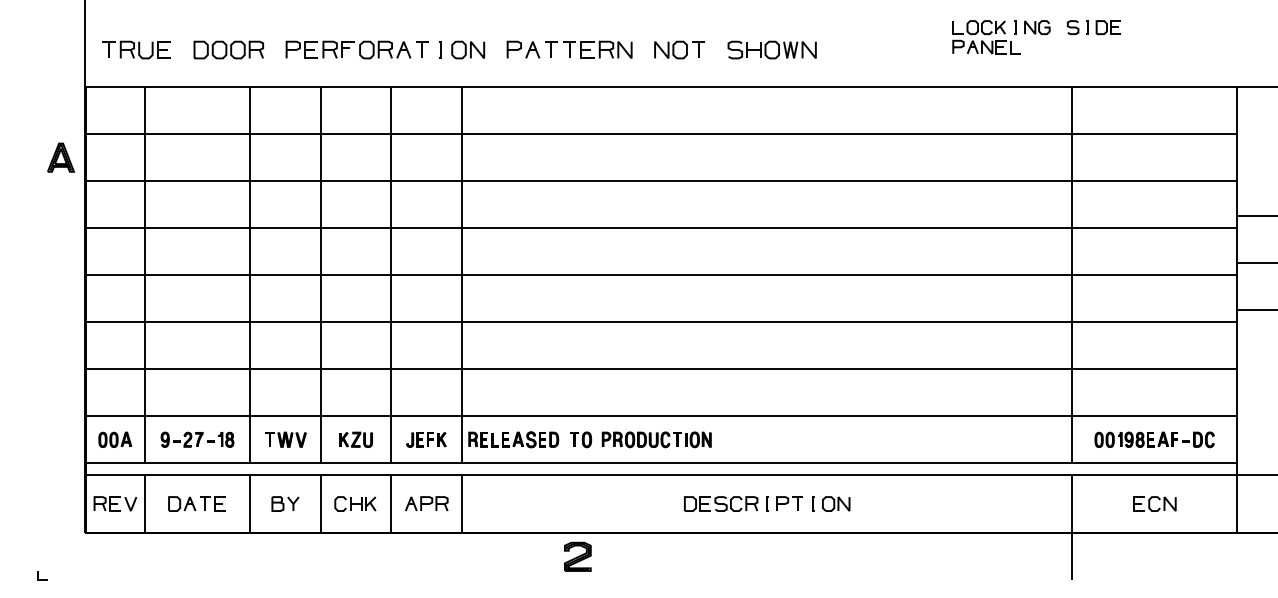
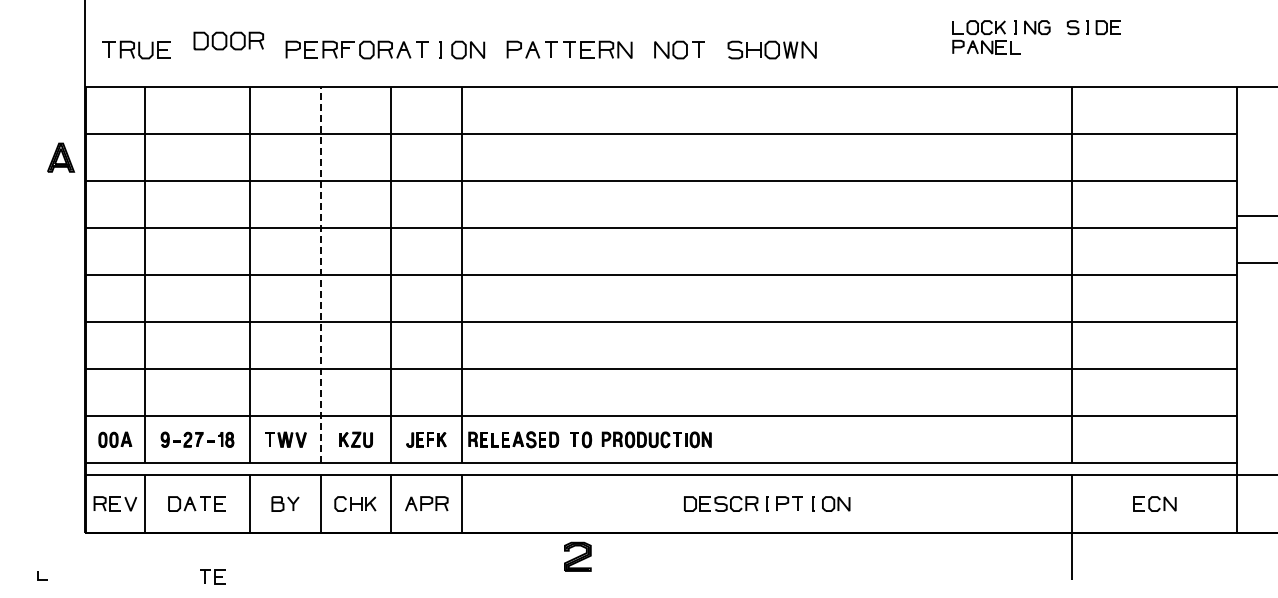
part at (228, 49) position: (228, 49) -> (228, 40)
line at (320, 275): solid -> dashed
line at (1255, 310): present -> none
part at (1154, 439): present -> none
part at (212, 576): none -> present
